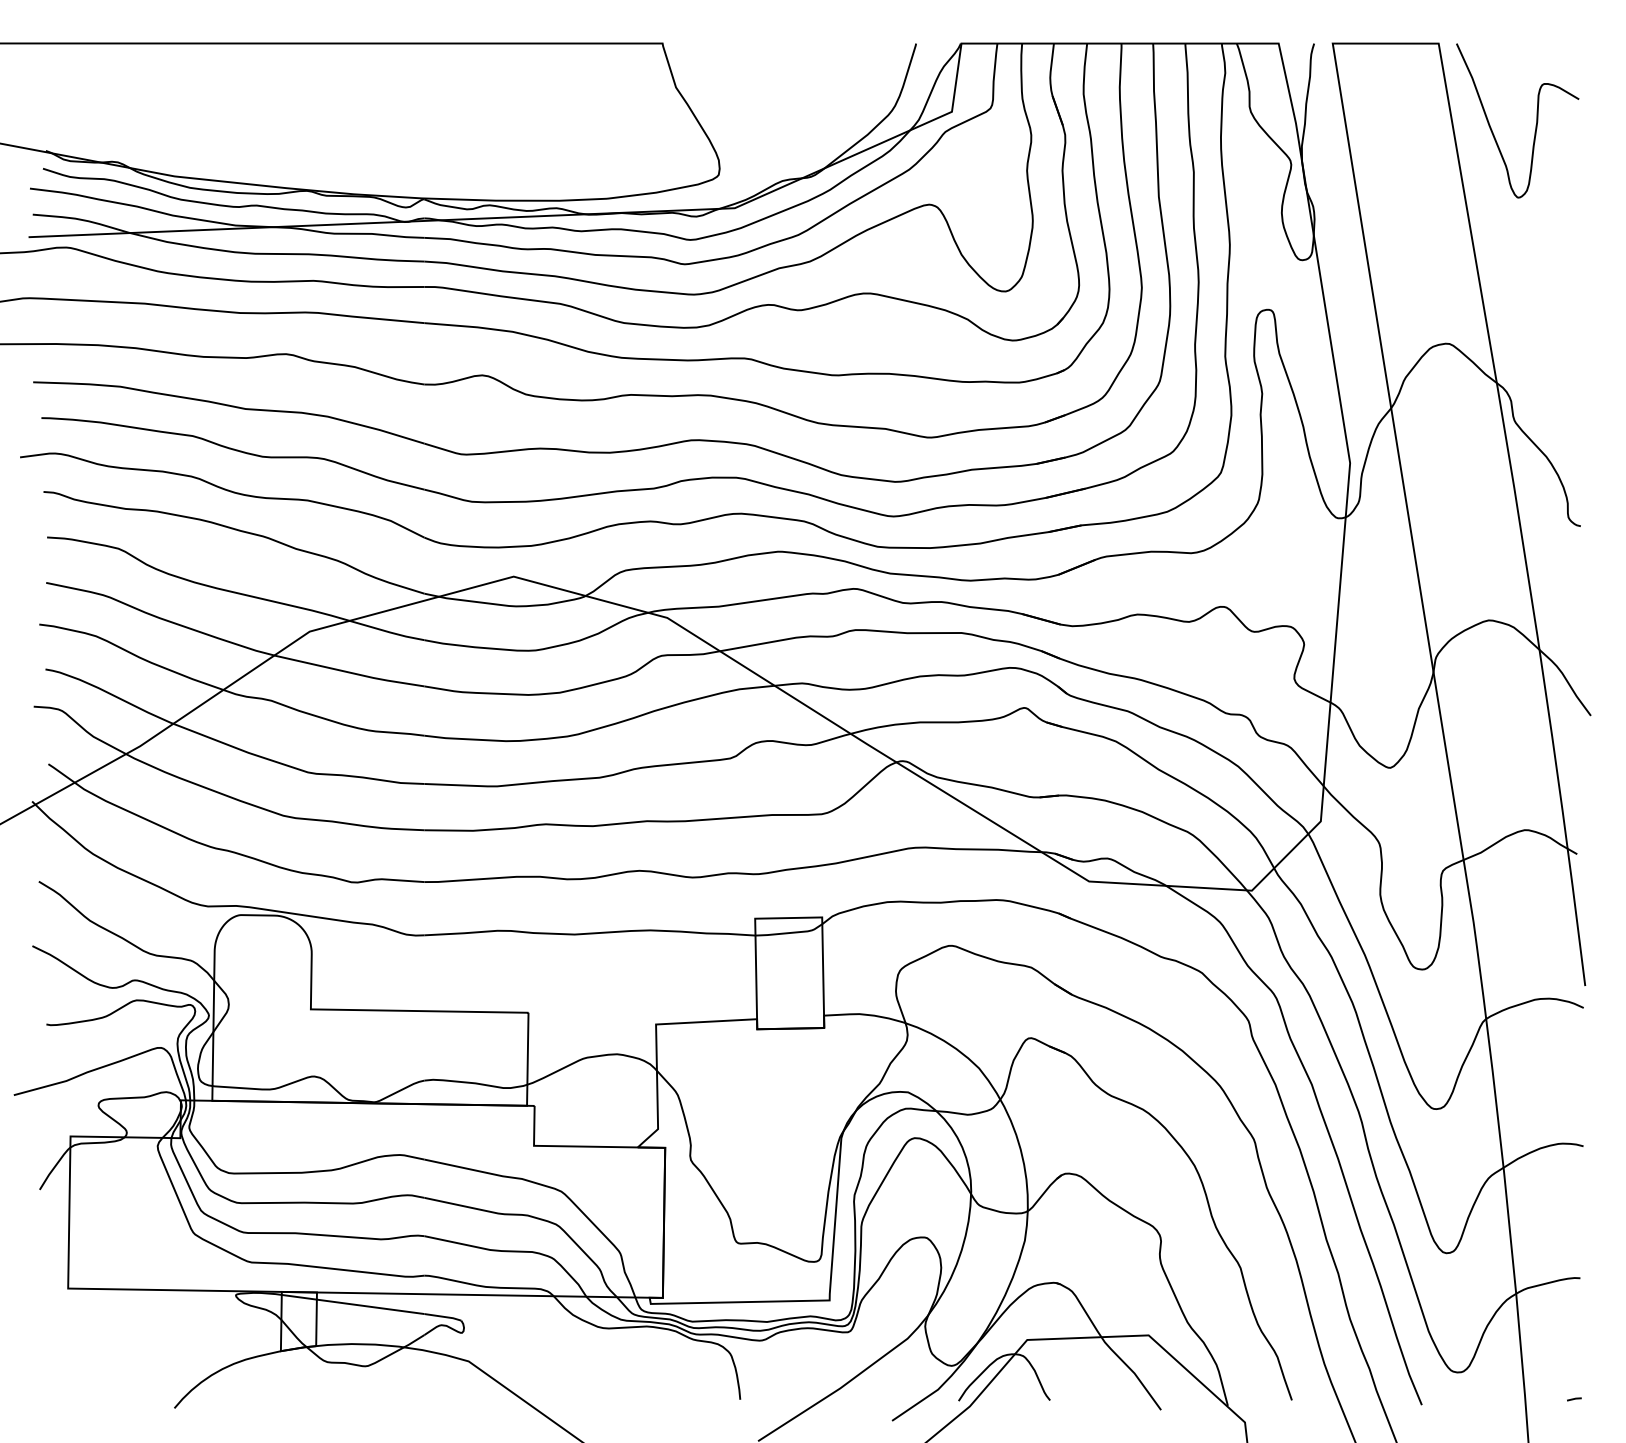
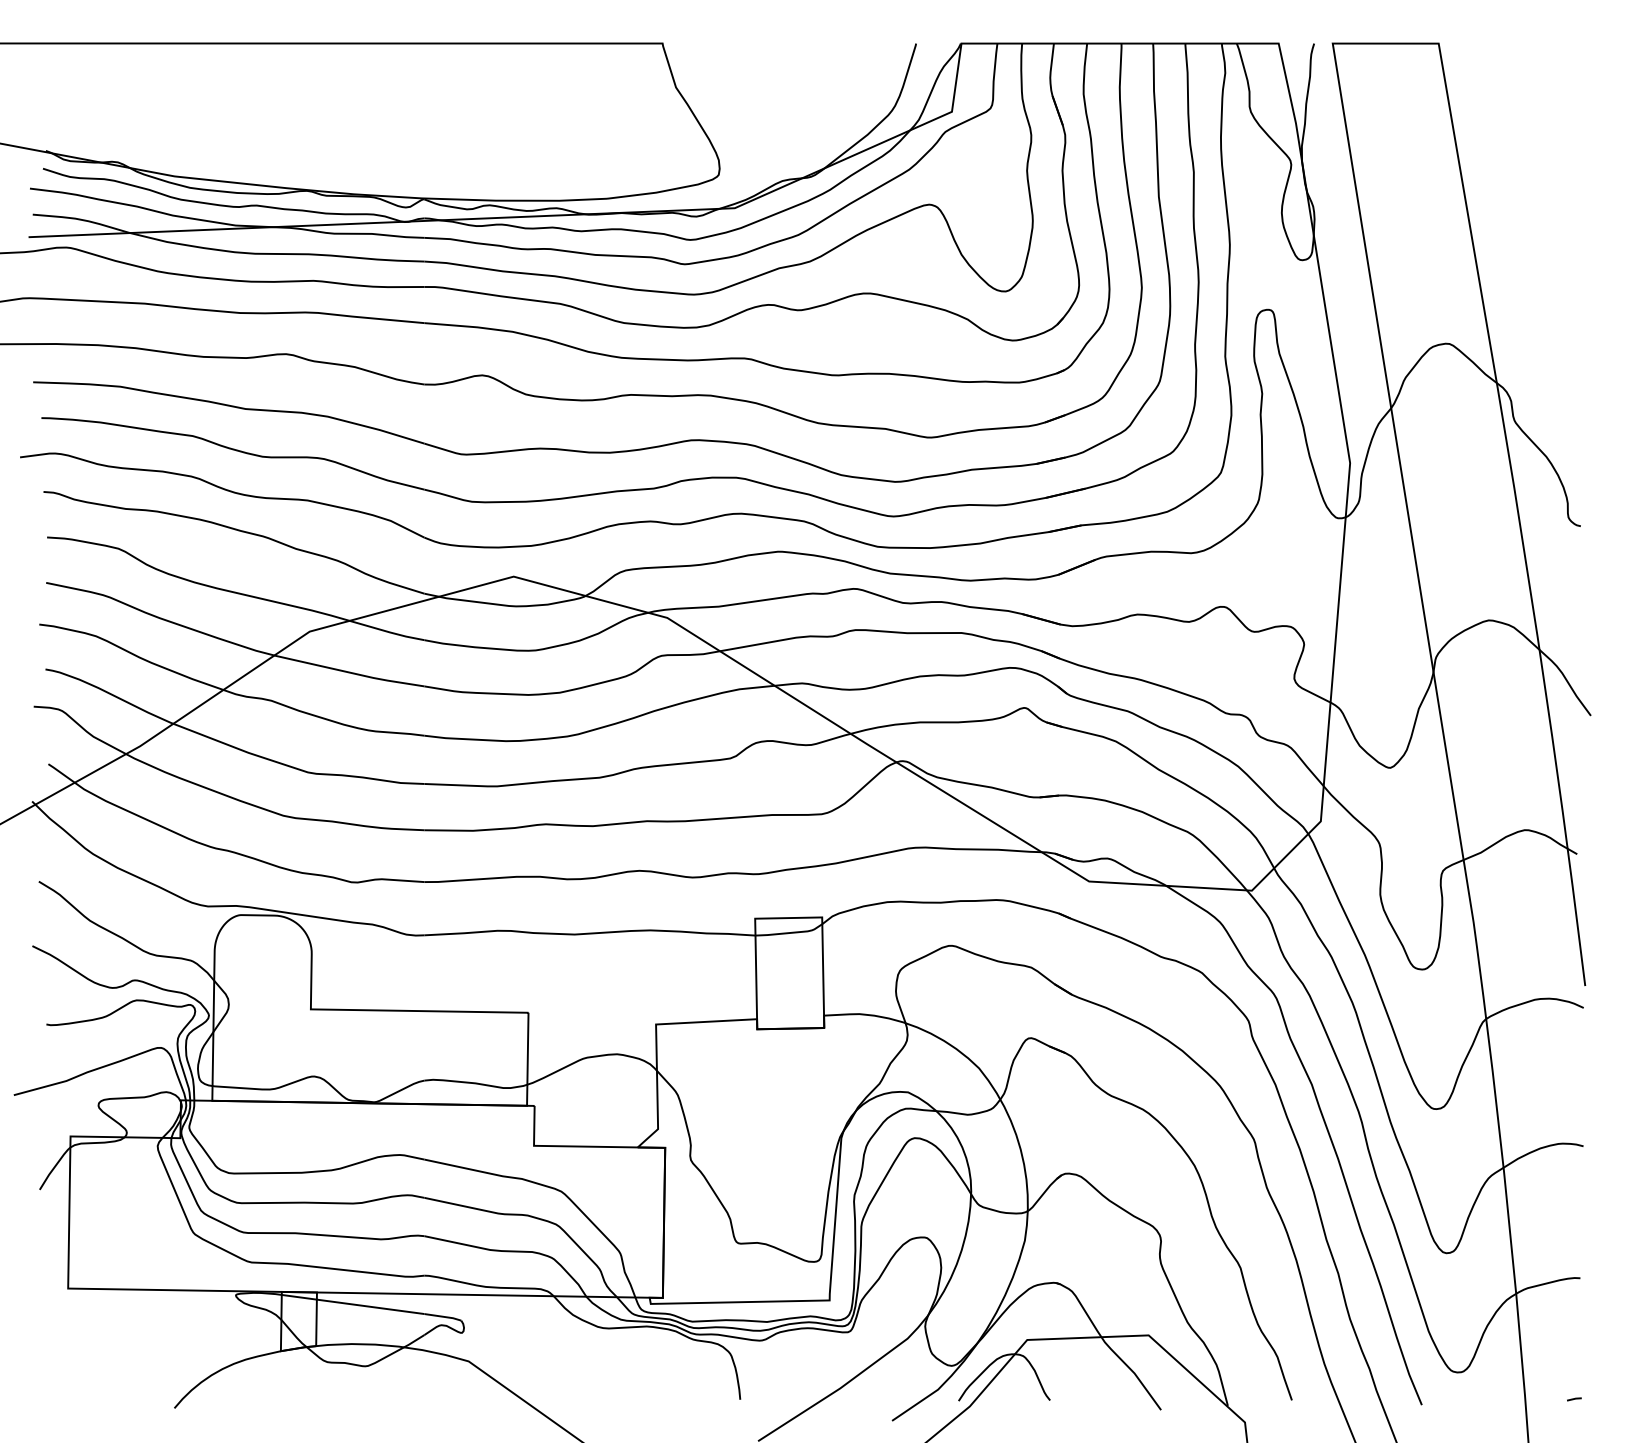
curve at (1535, 125): present -> none
